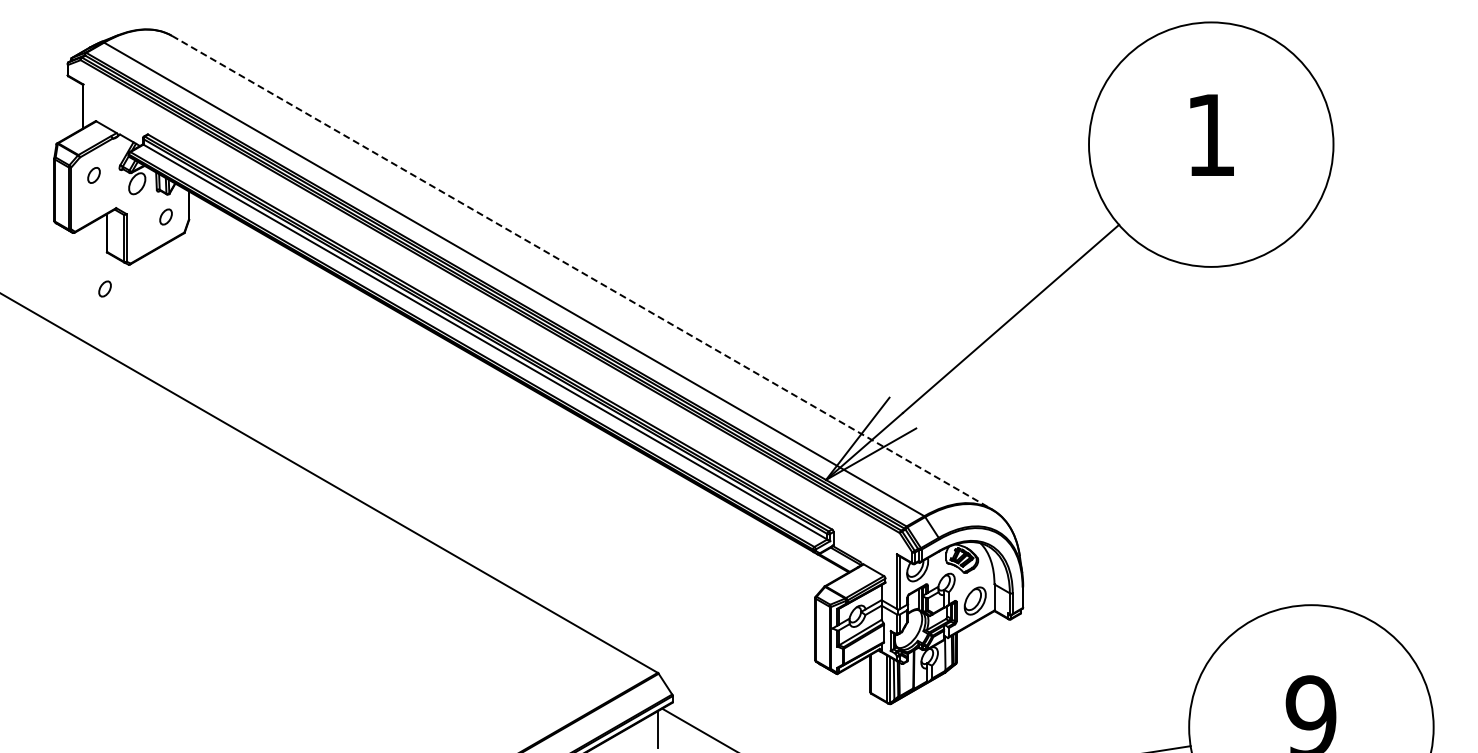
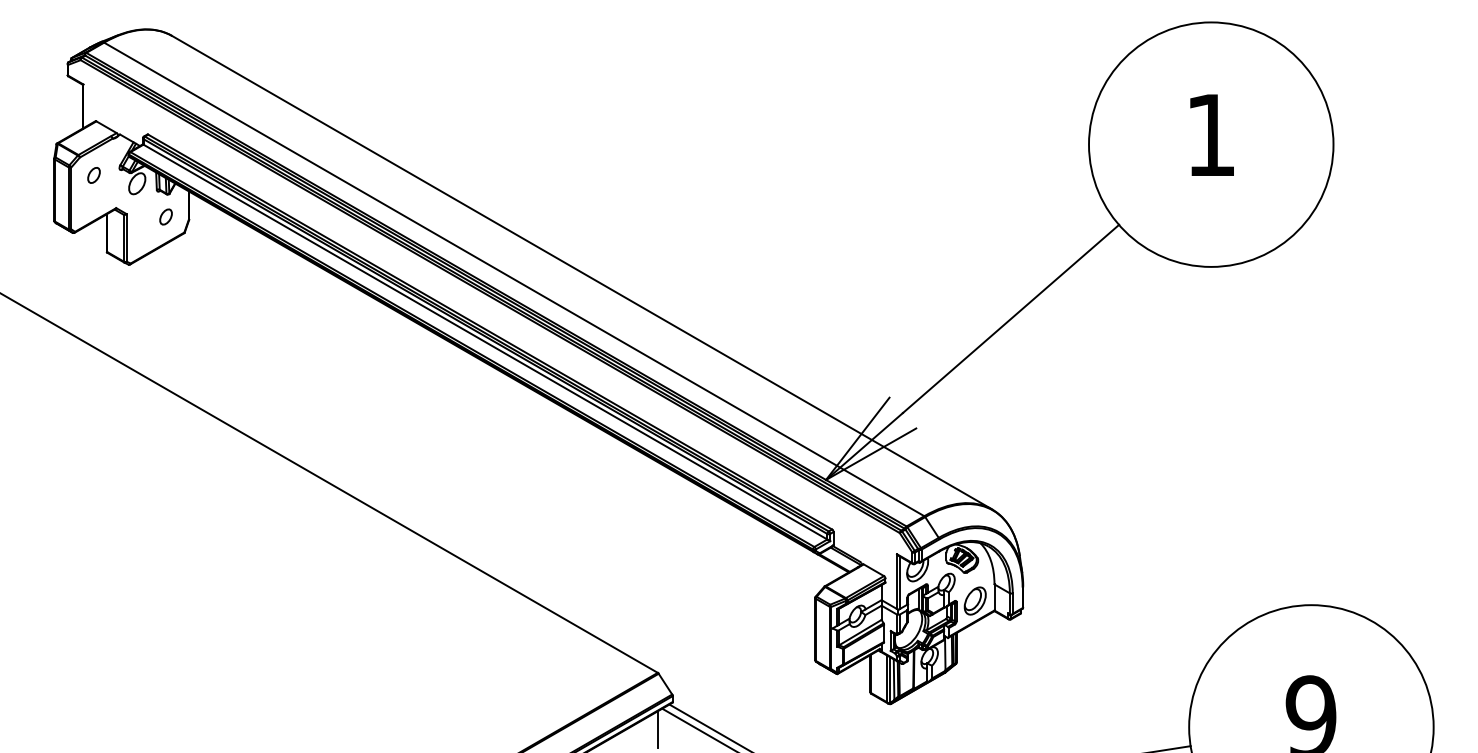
line at (582, 272): dashed -> solid
part at (104, 288): present -> none
line at (708, 726): none -> present
